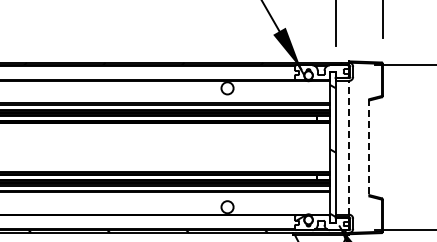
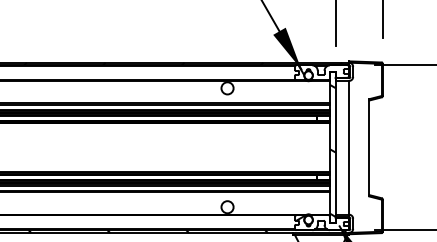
line at (349, 147): dashed -> solid
line at (369, 147): dashed -> solid
